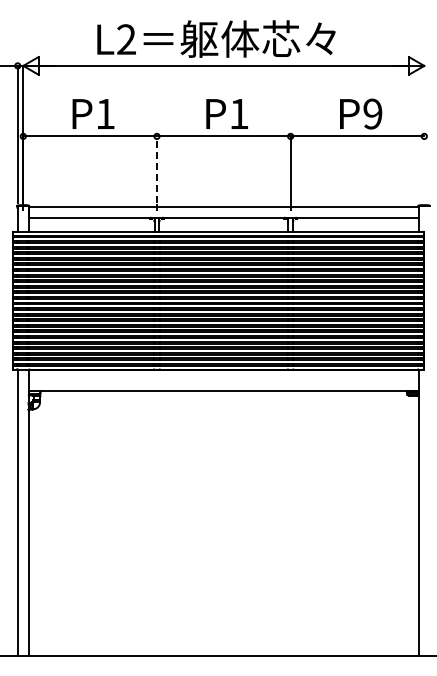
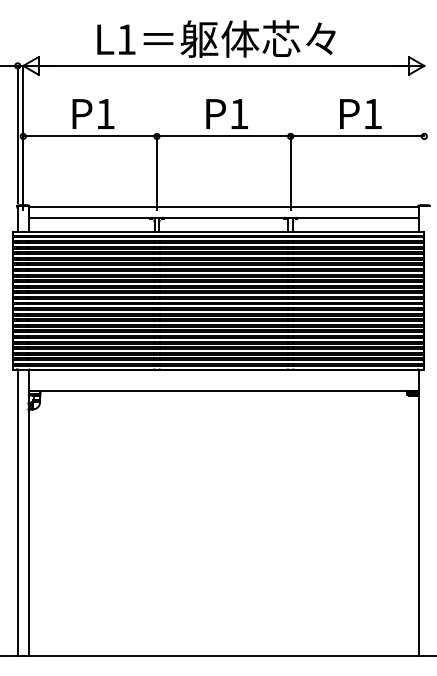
text at (126, 39): L2 -> L1
text at (372, 113): P9 -> P1
line at (156, 168): dashed -> solid
